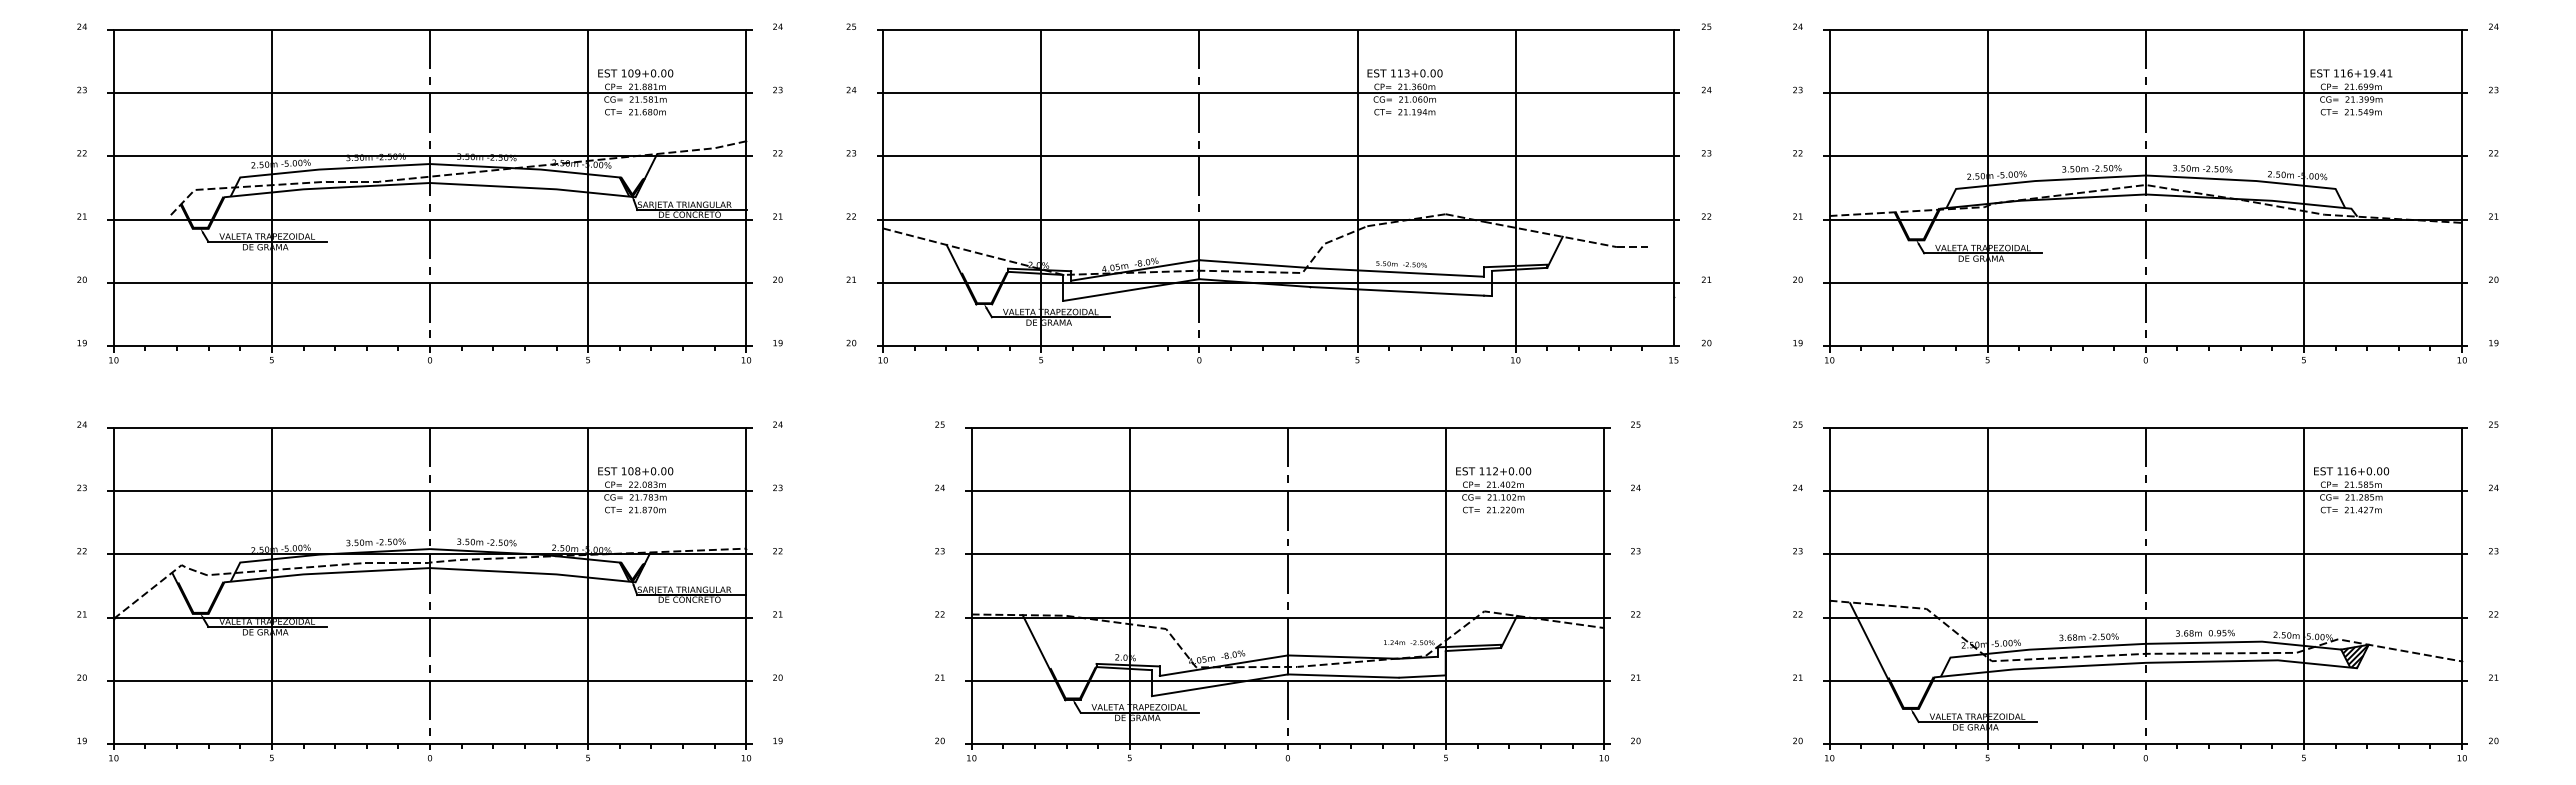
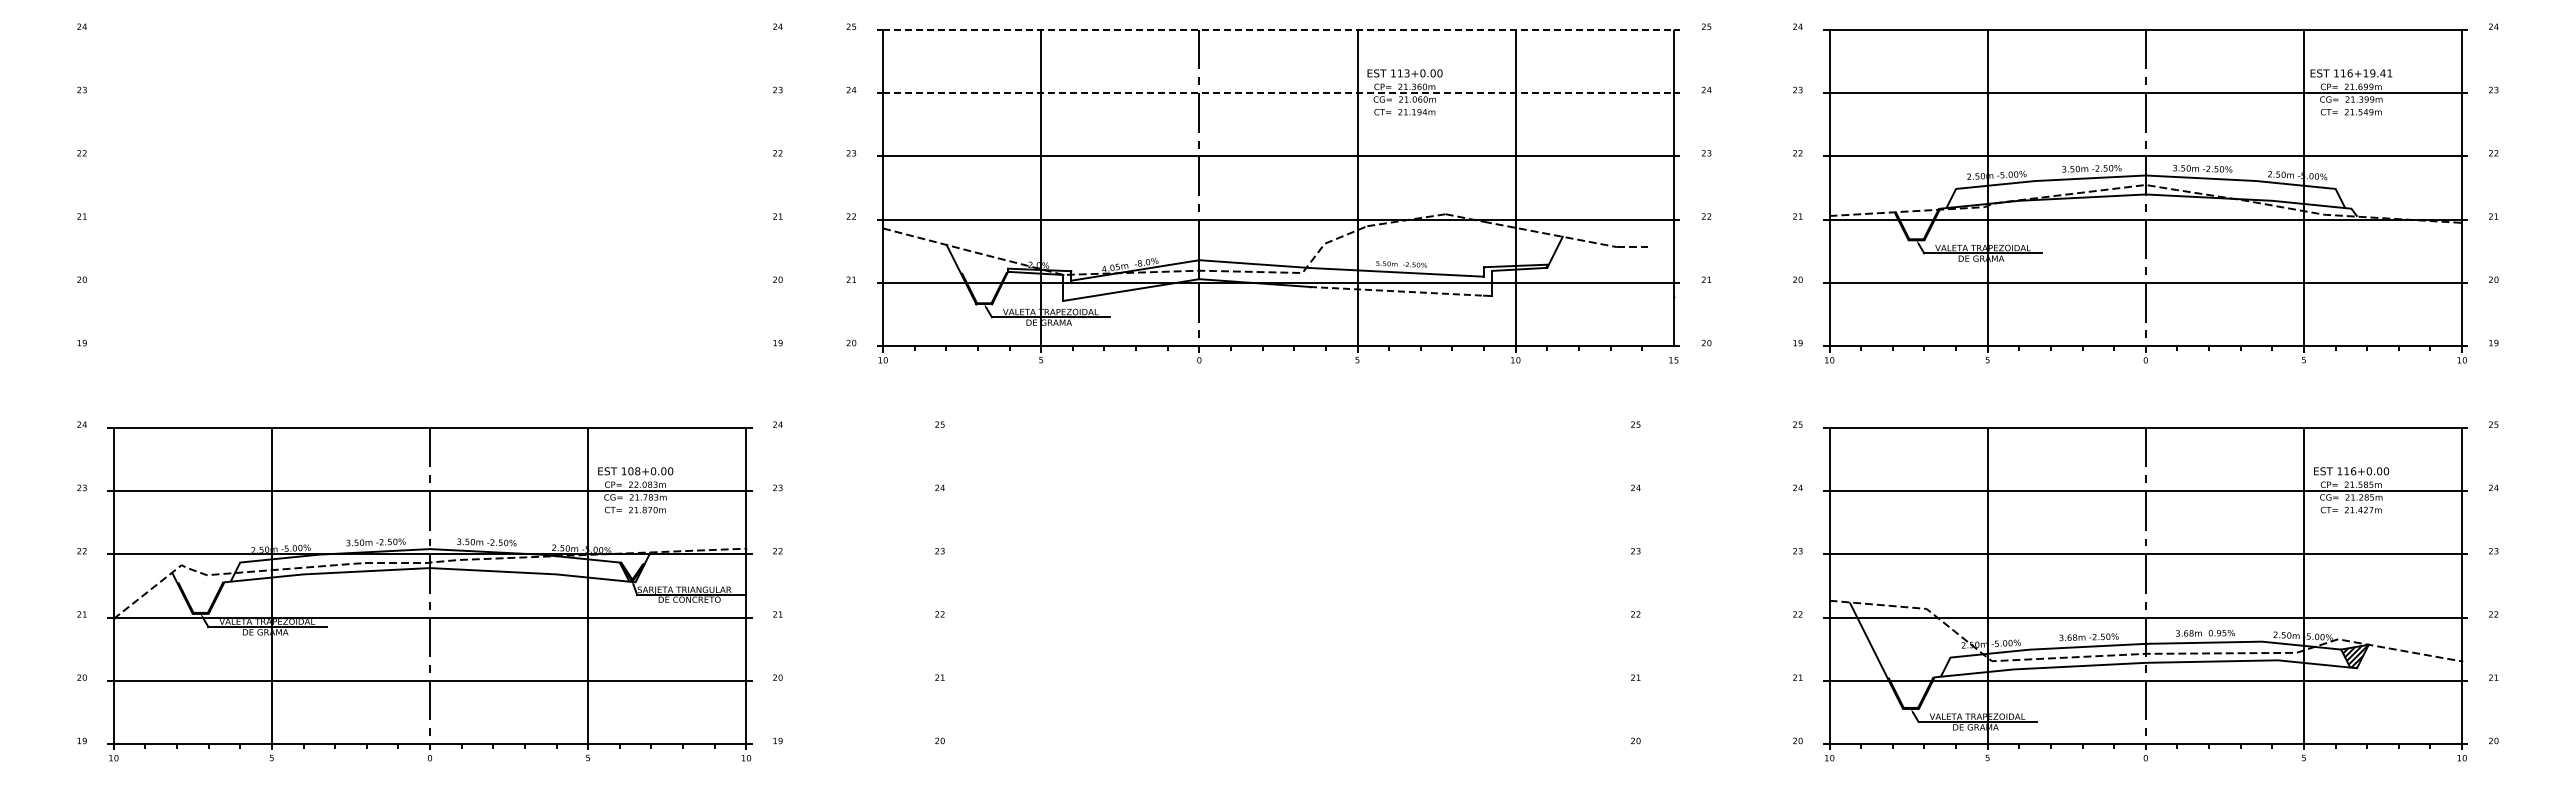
line at (1278, 29): solid -> dashed
line at (1278, 93): solid -> dashed
part at (429, 196): present -> none
line at (1397, 291): solid -> dashed
part at (1287, 594): present -> none
